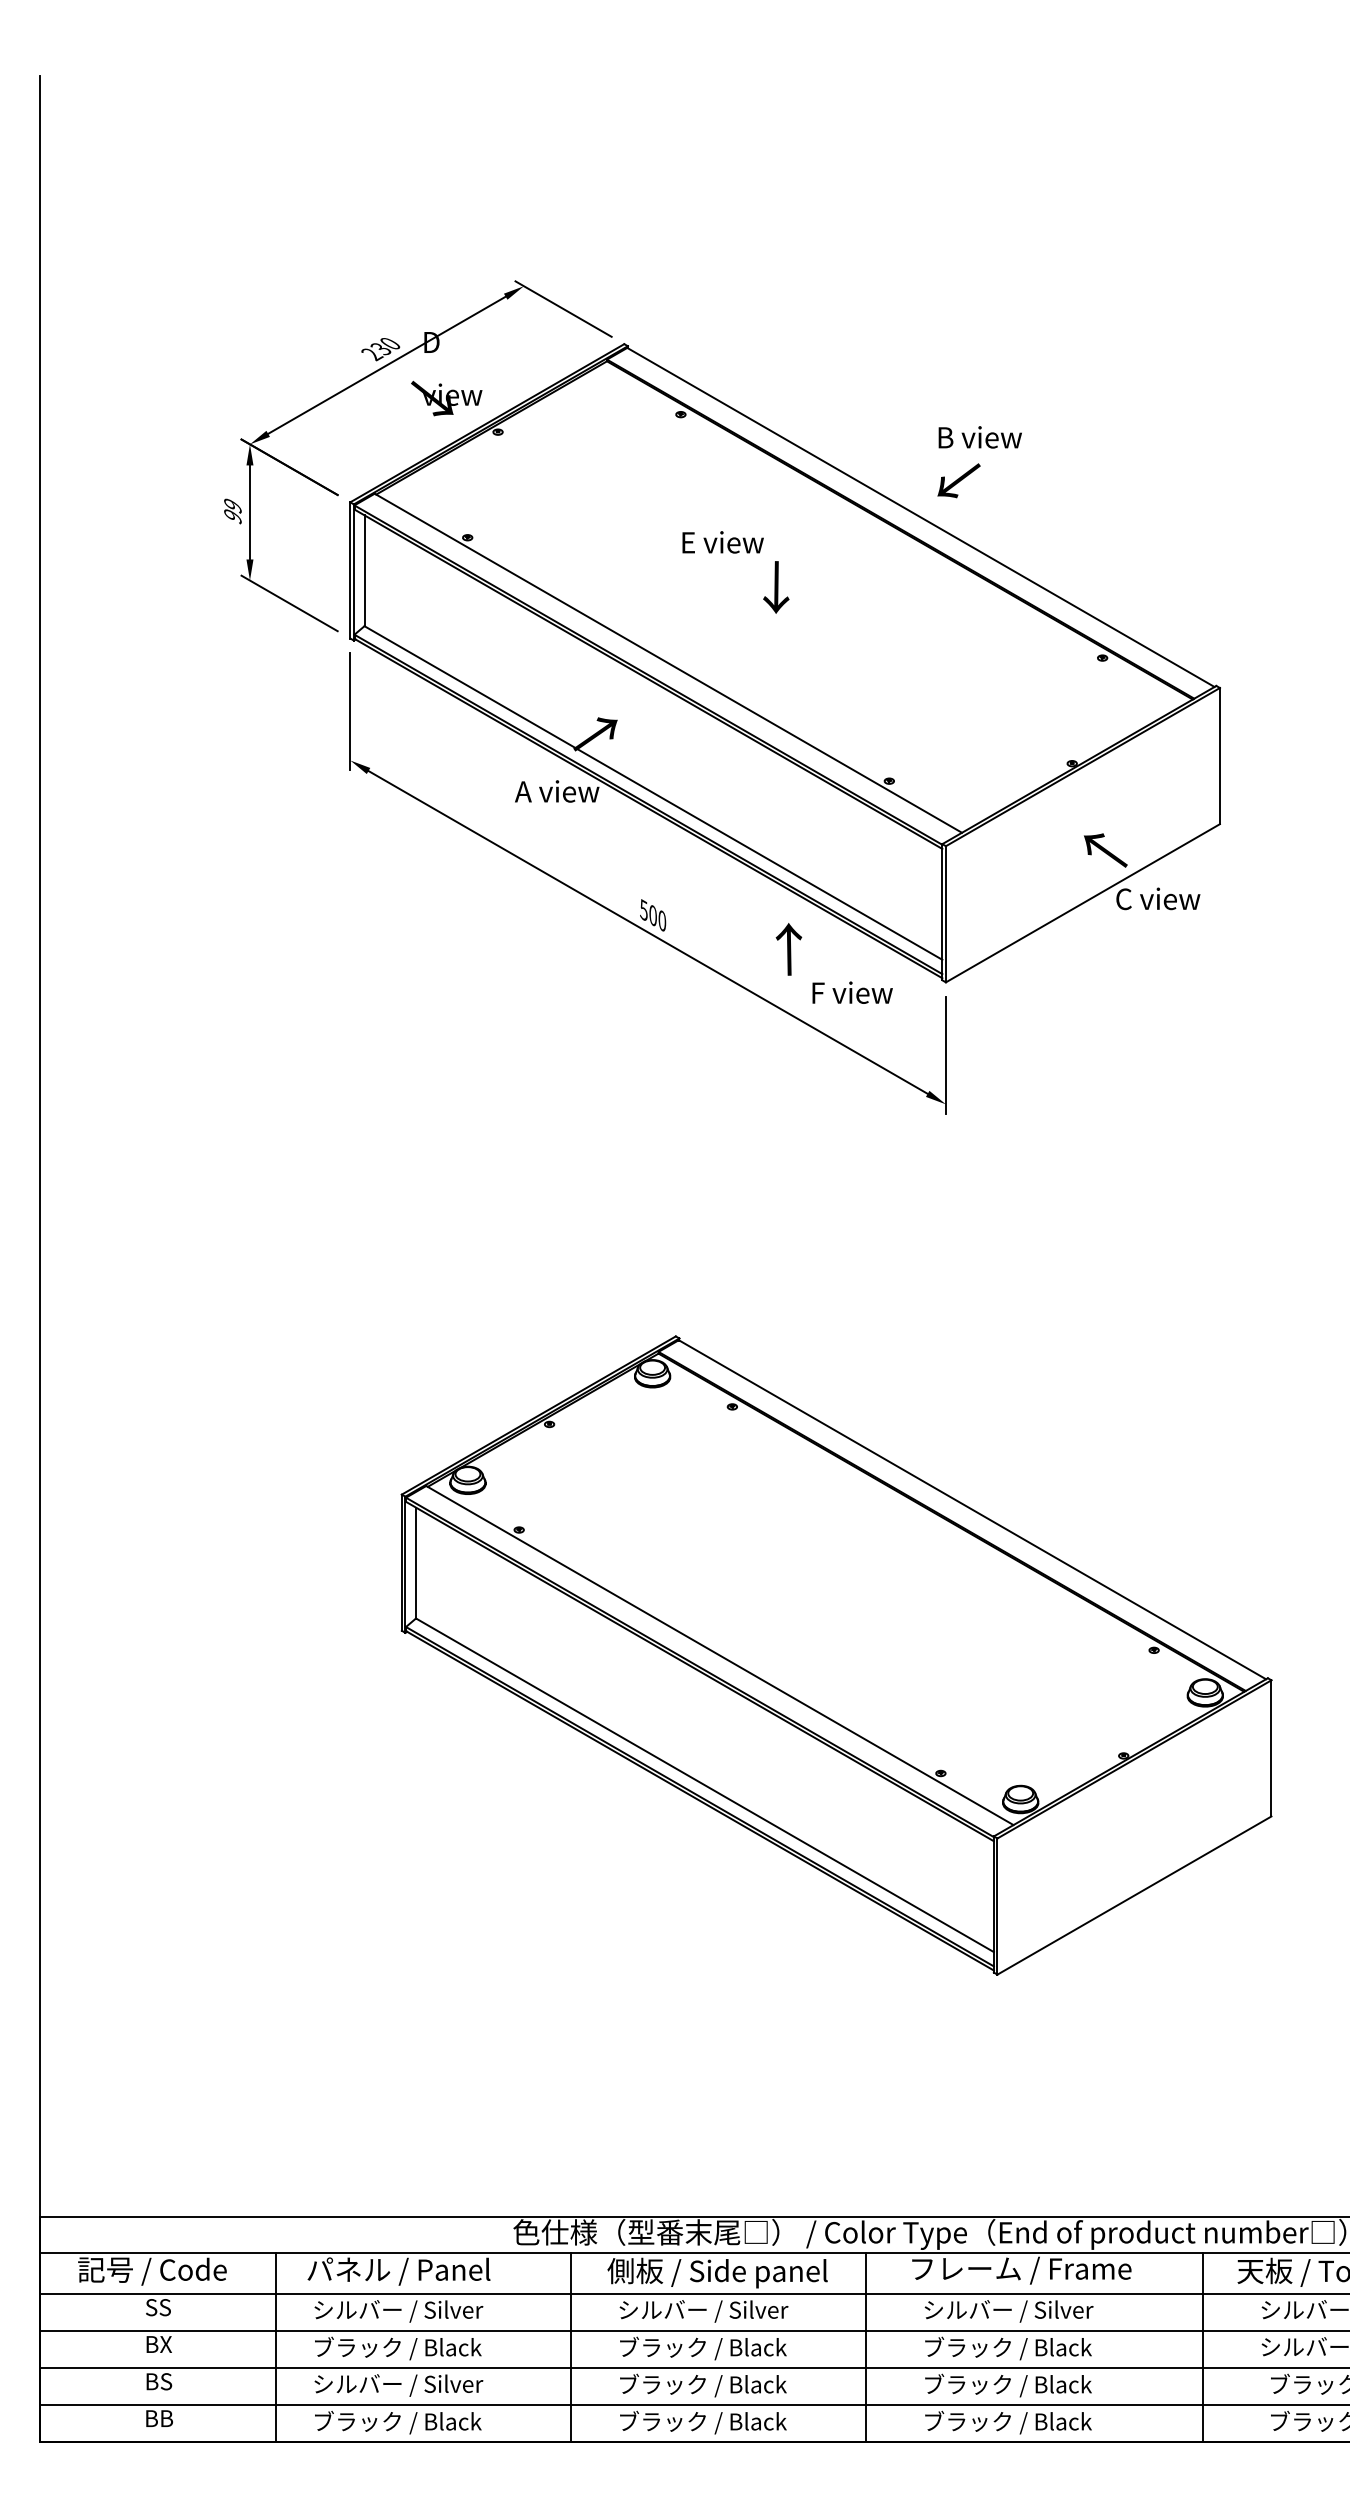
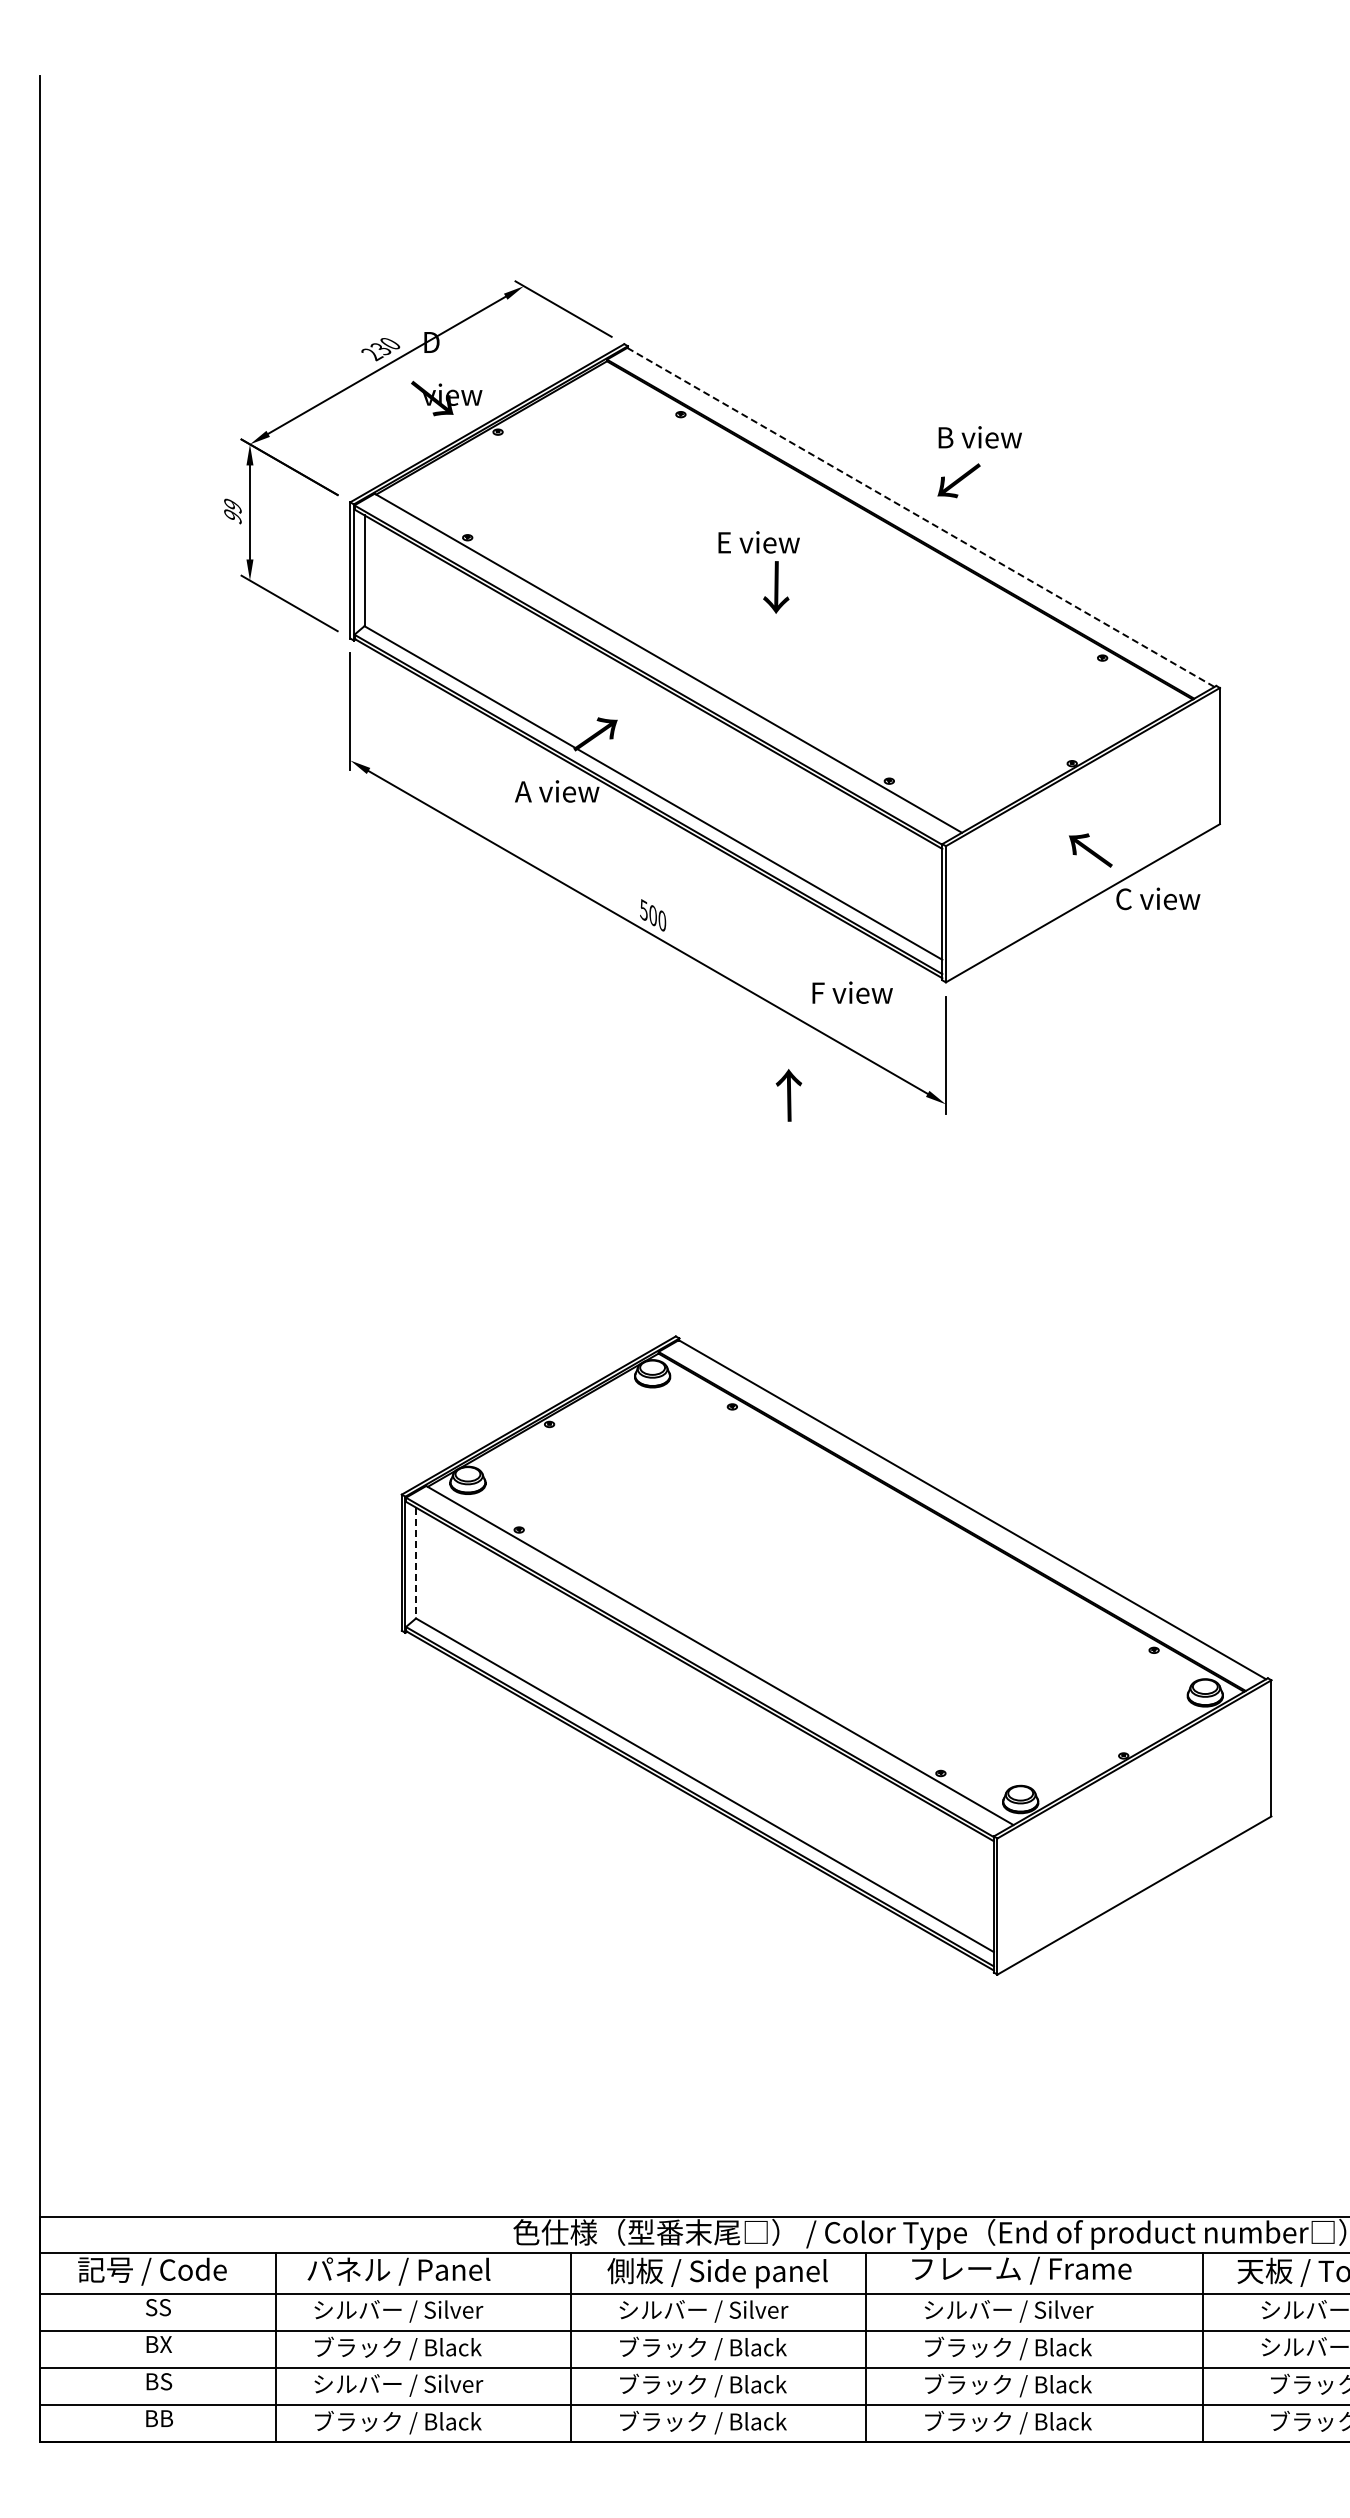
line at (921, 517): solid -> dashed
text at (722, 542) position: (722, 542) -> (758, 542)
text at (1105, 850) position: (1105, 850) -> (1090, 850)
text at (788, 949) position: (788, 949) -> (788, 1095)
line at (416, 1563): solid -> dashed
